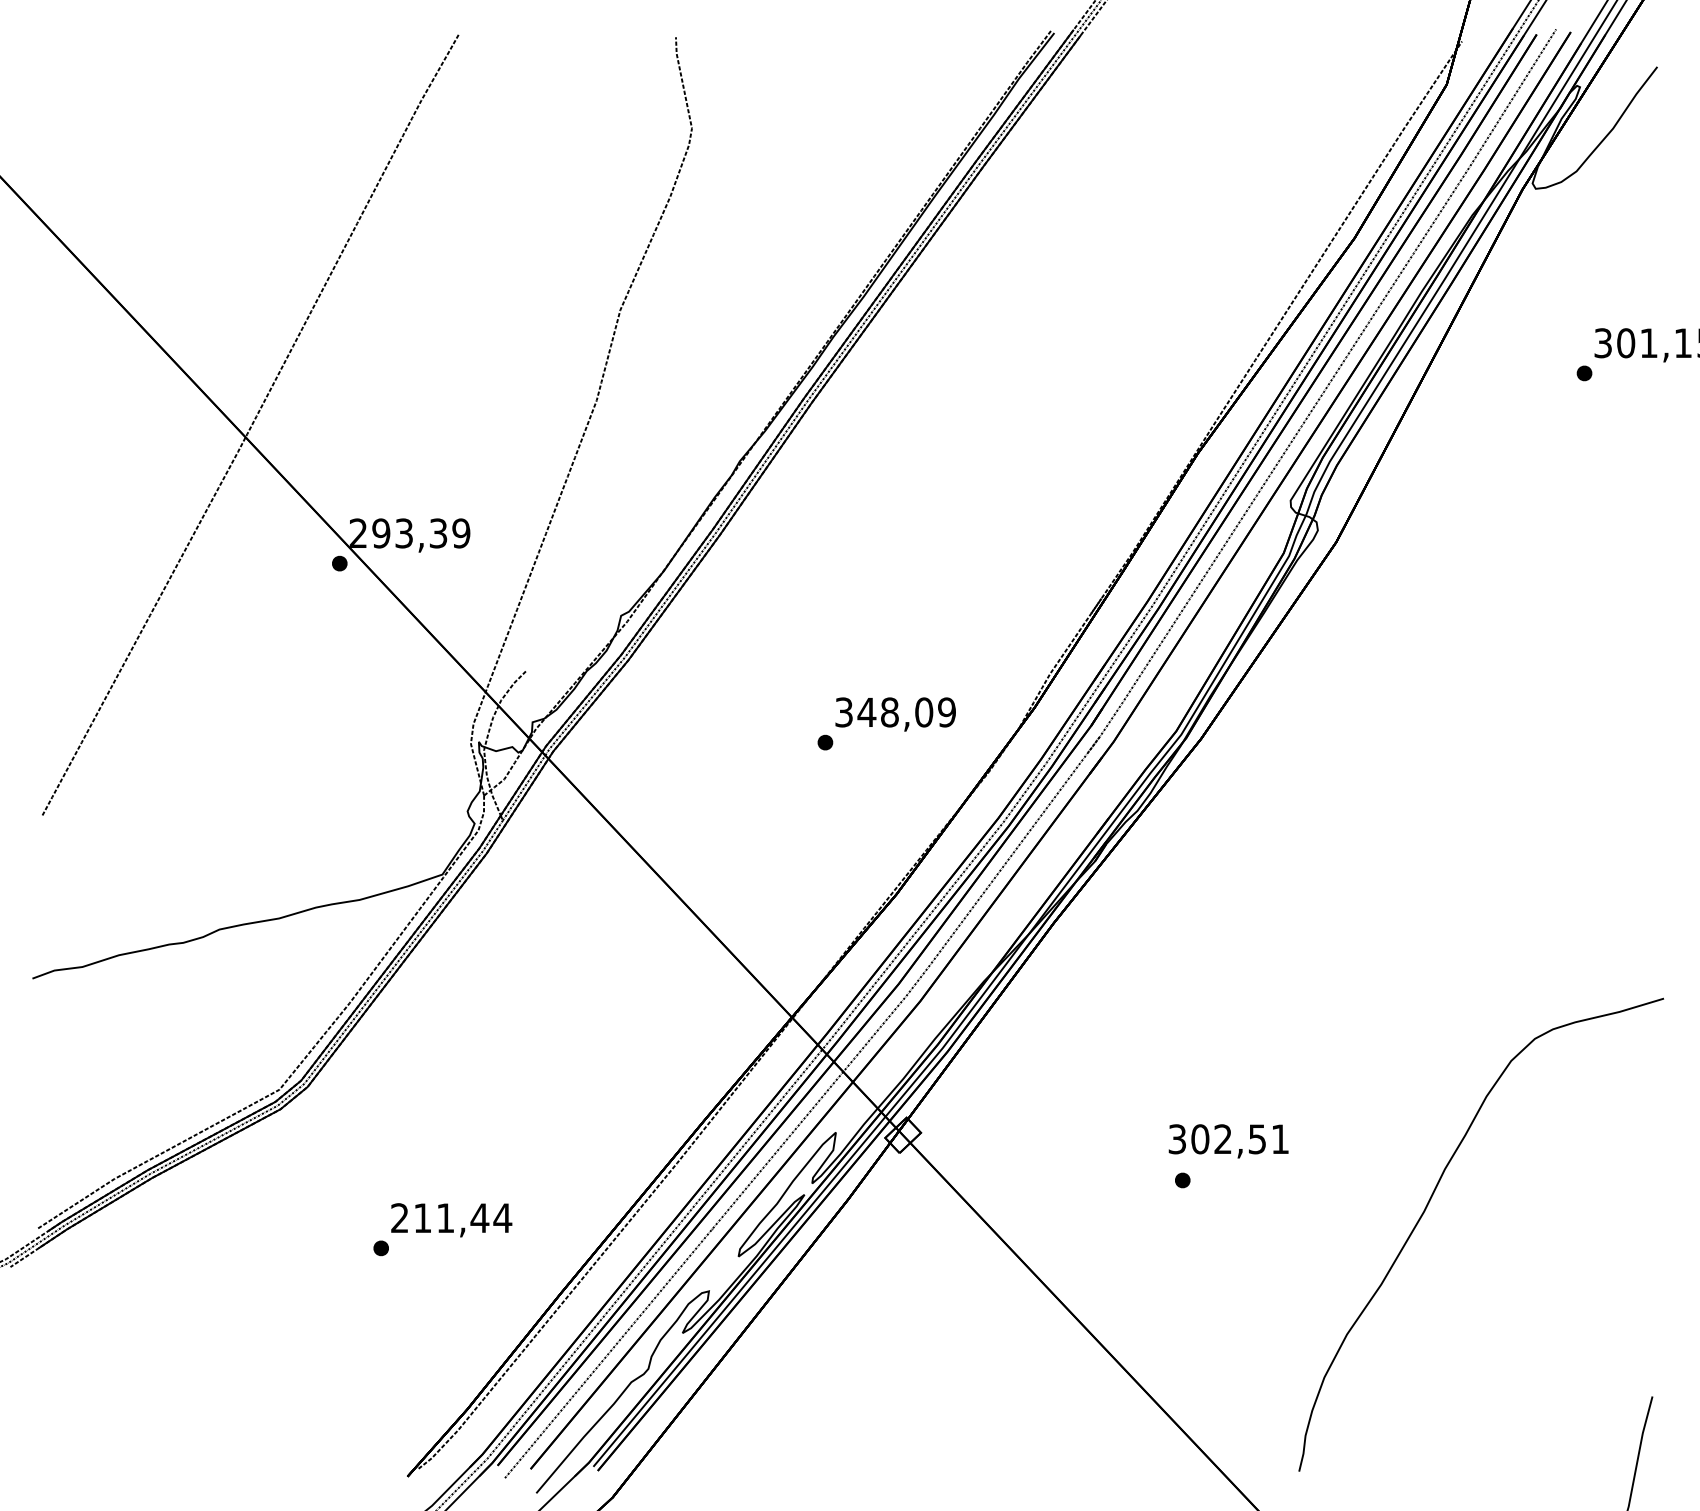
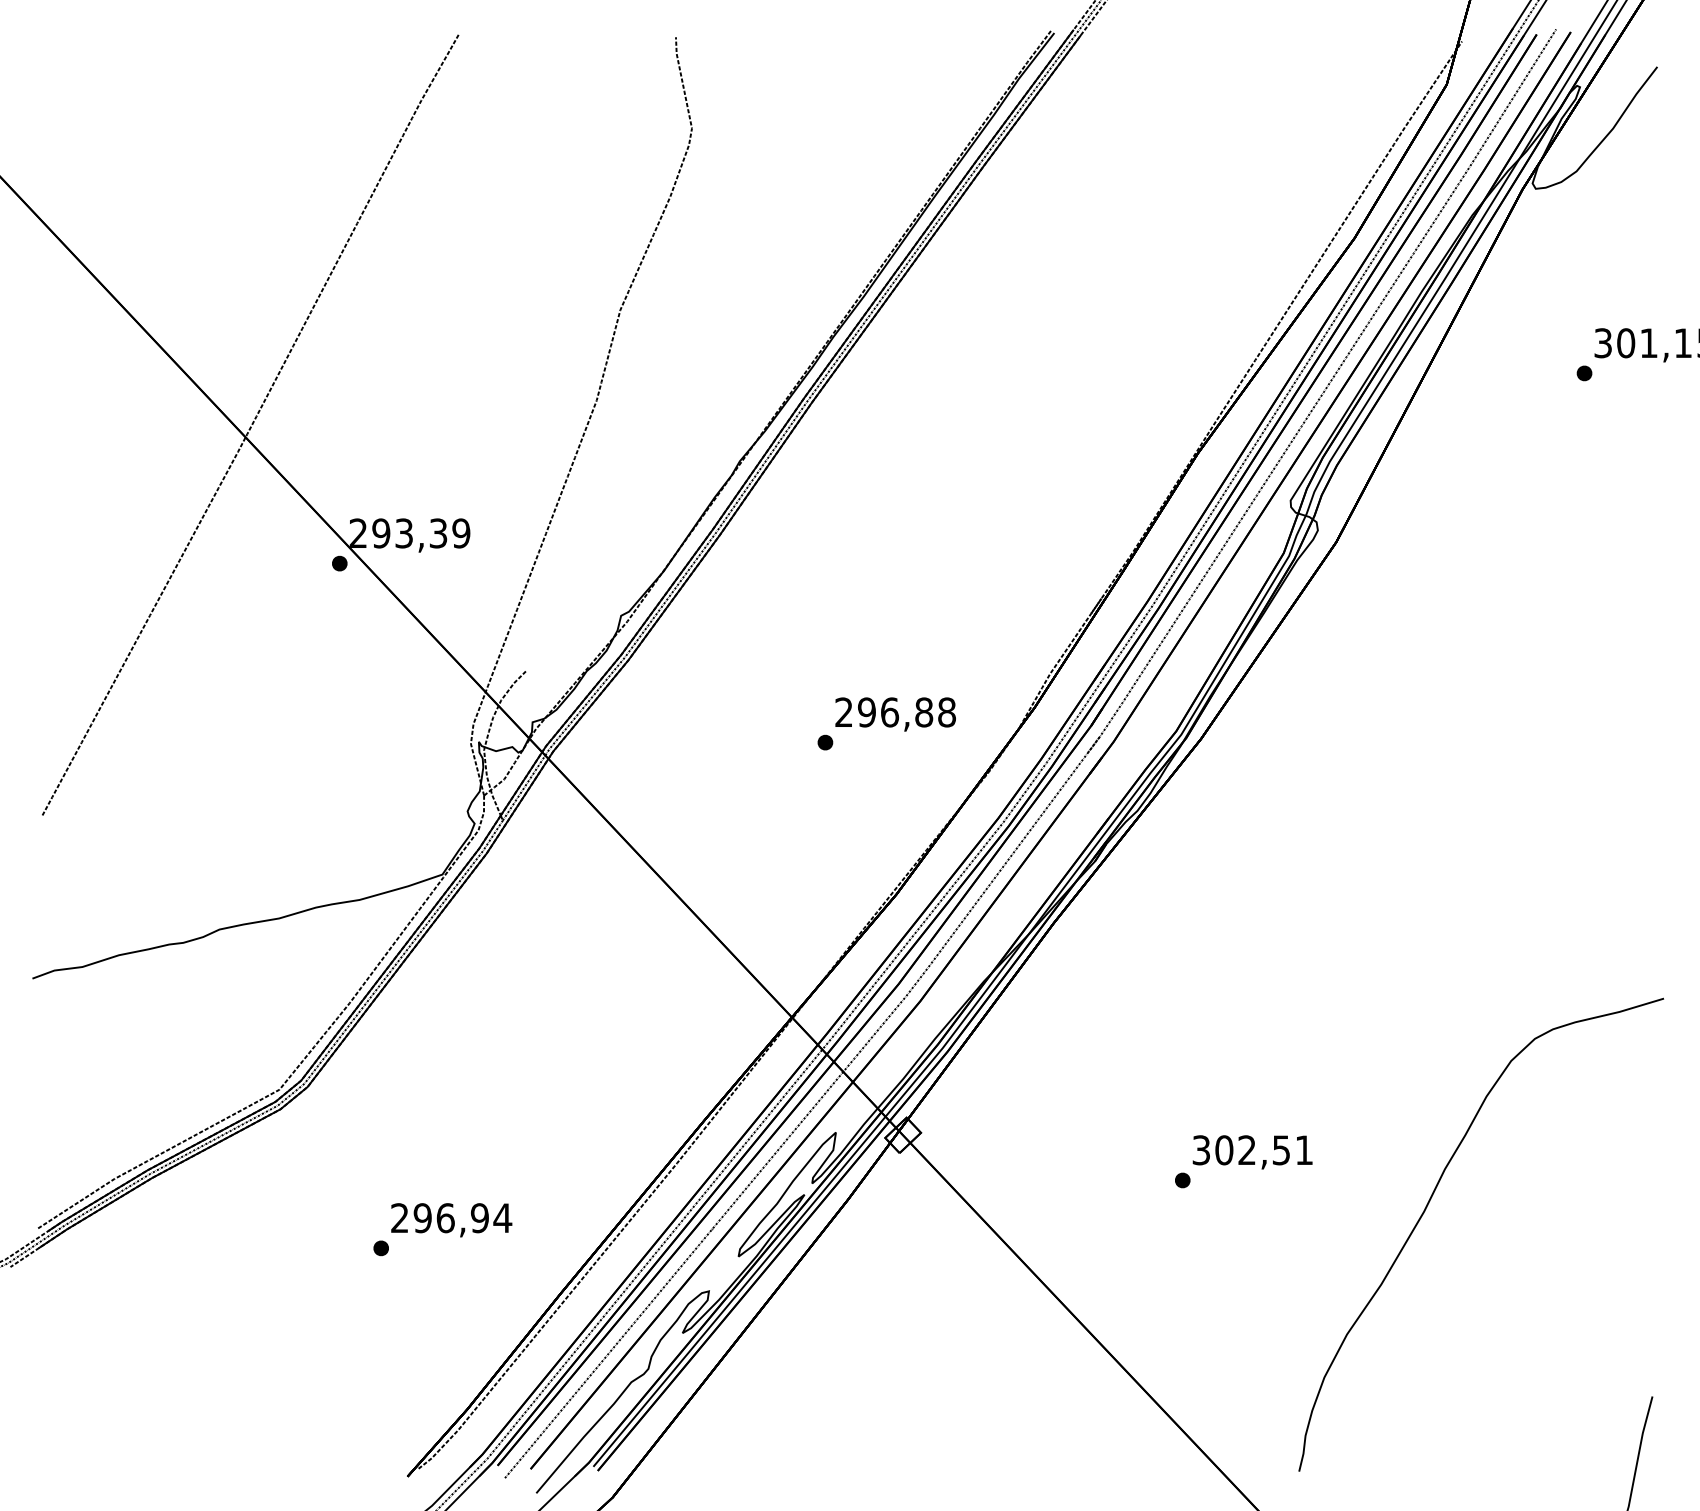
text at (895, 712): 348,09 -> 296,88
text at (1228, 1141) position: (1228, 1141) -> (1252, 1152)
text at (451, 1218): 211,44 -> 296,94
